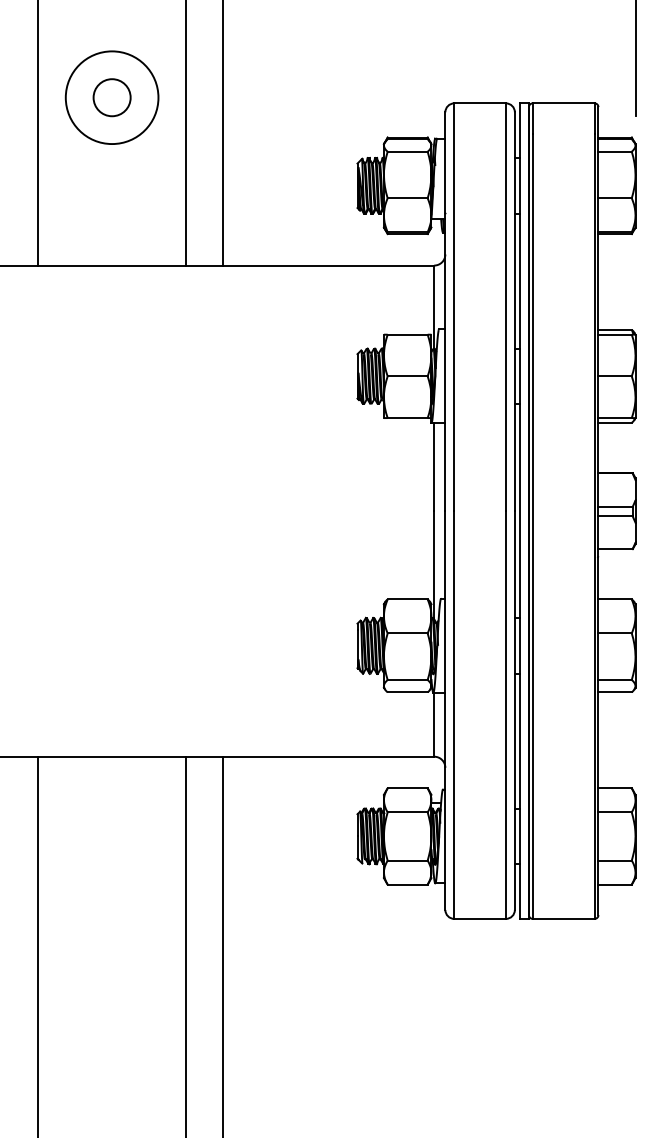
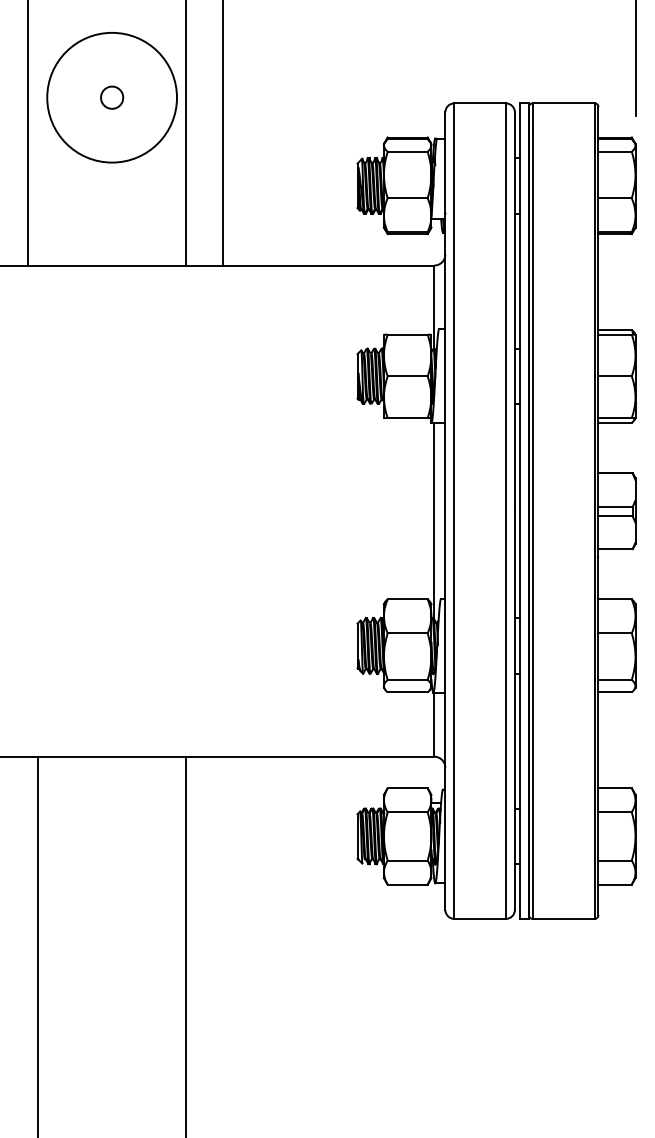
circle at (111, 97) diameter: 37 px -> 22 px
circle at (111, 97) diameter: 93 px -> 130 px
line at (38, 133) position: (38, 133) -> (28, 133)
line at (223, 945): present -> none
